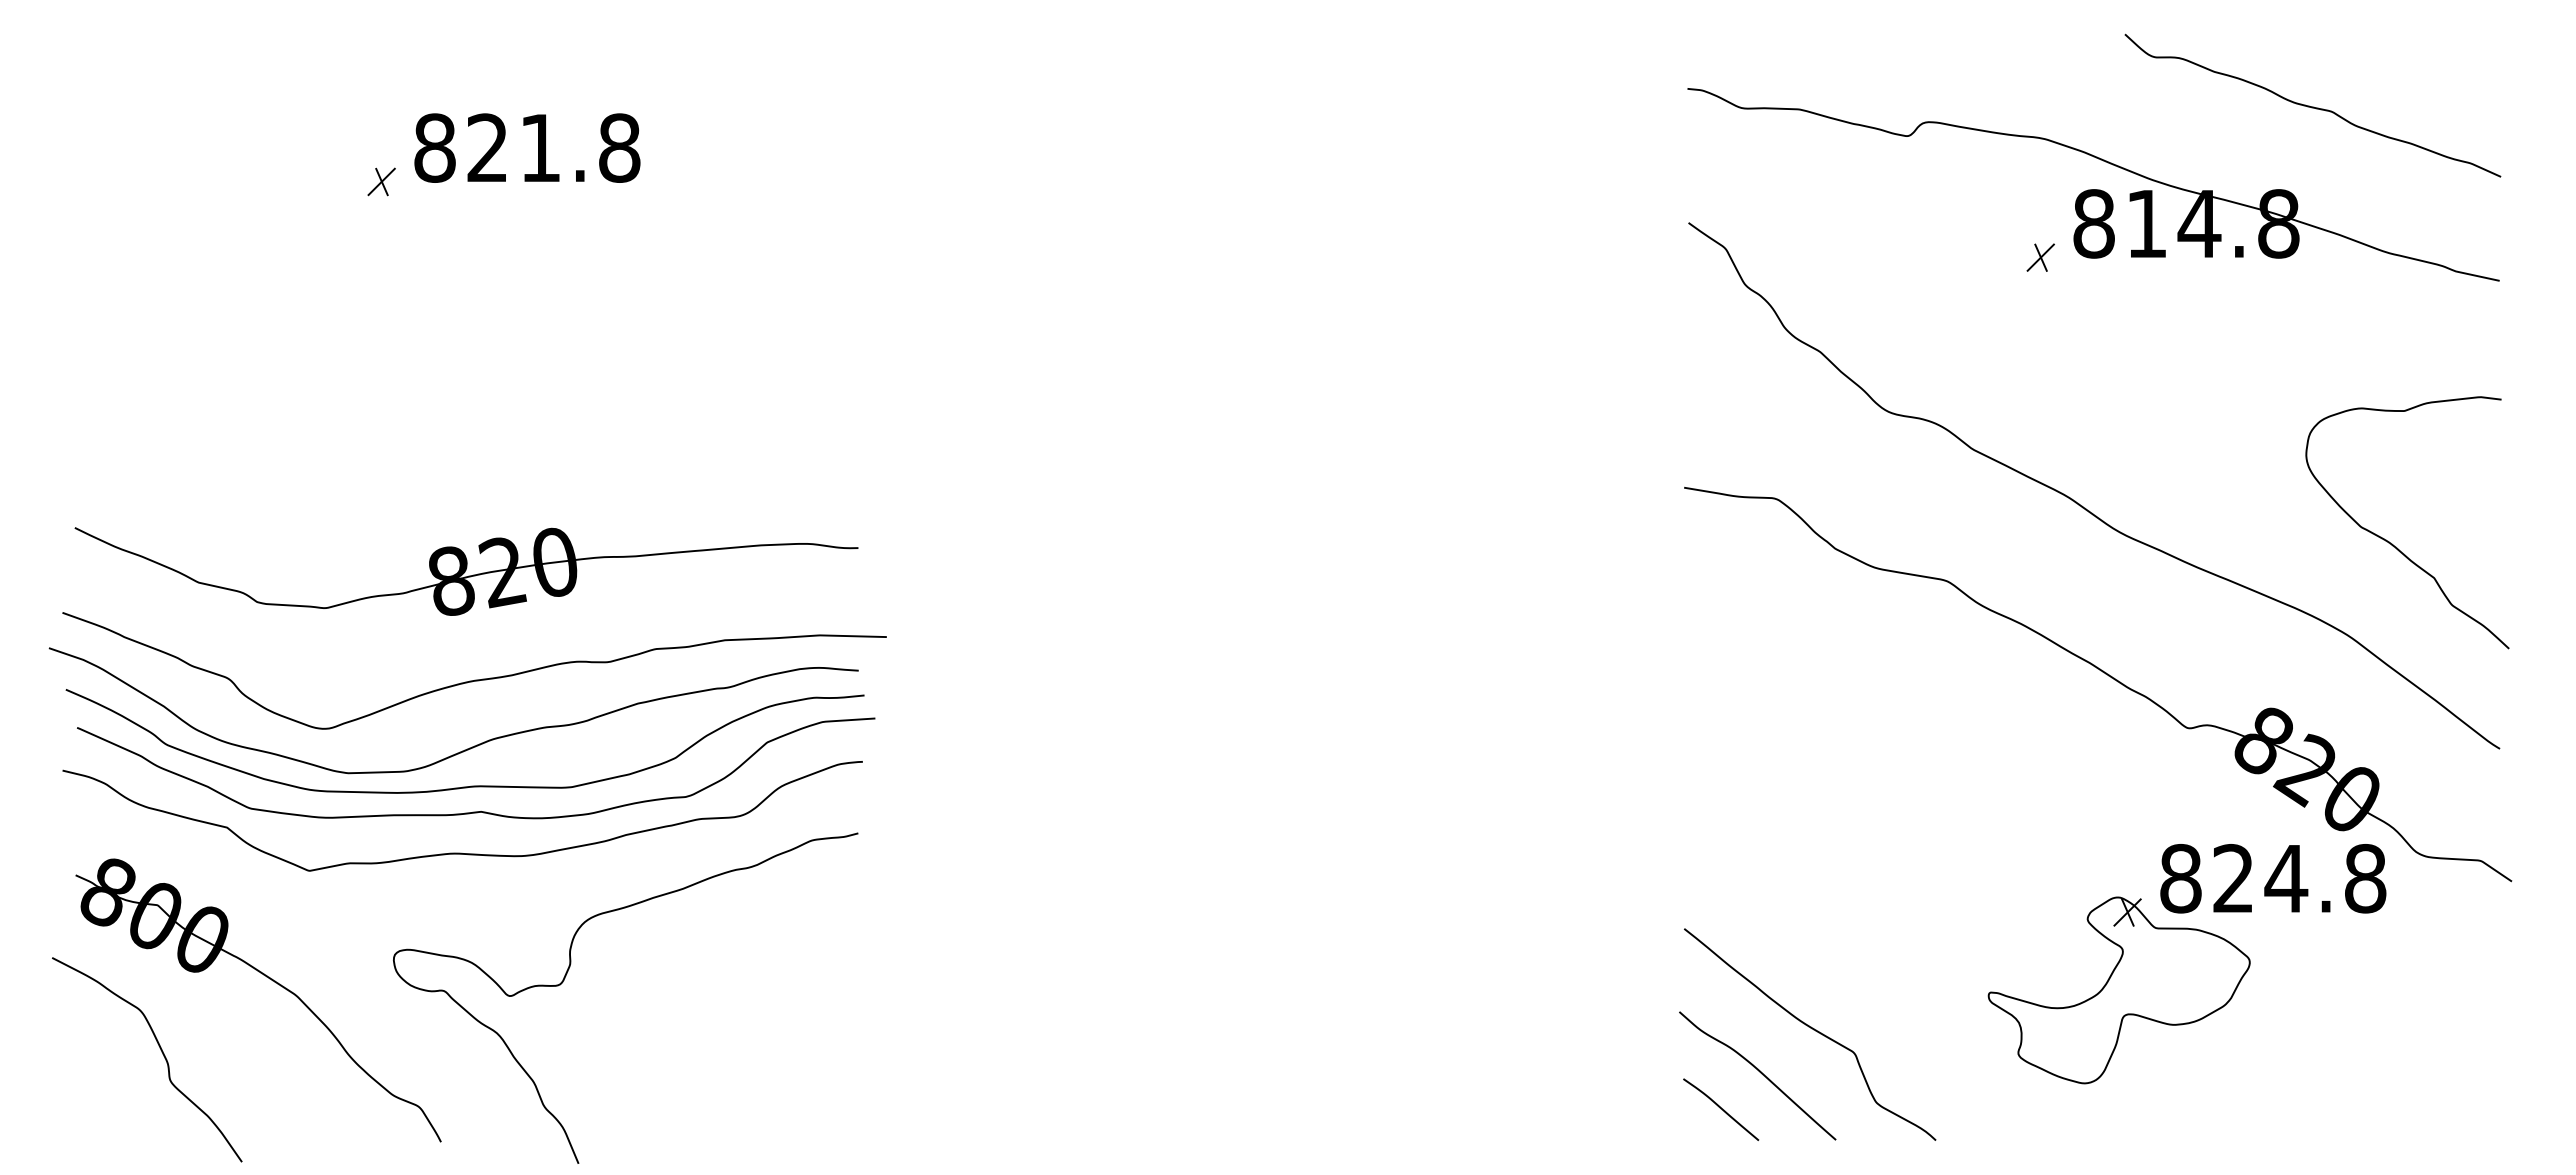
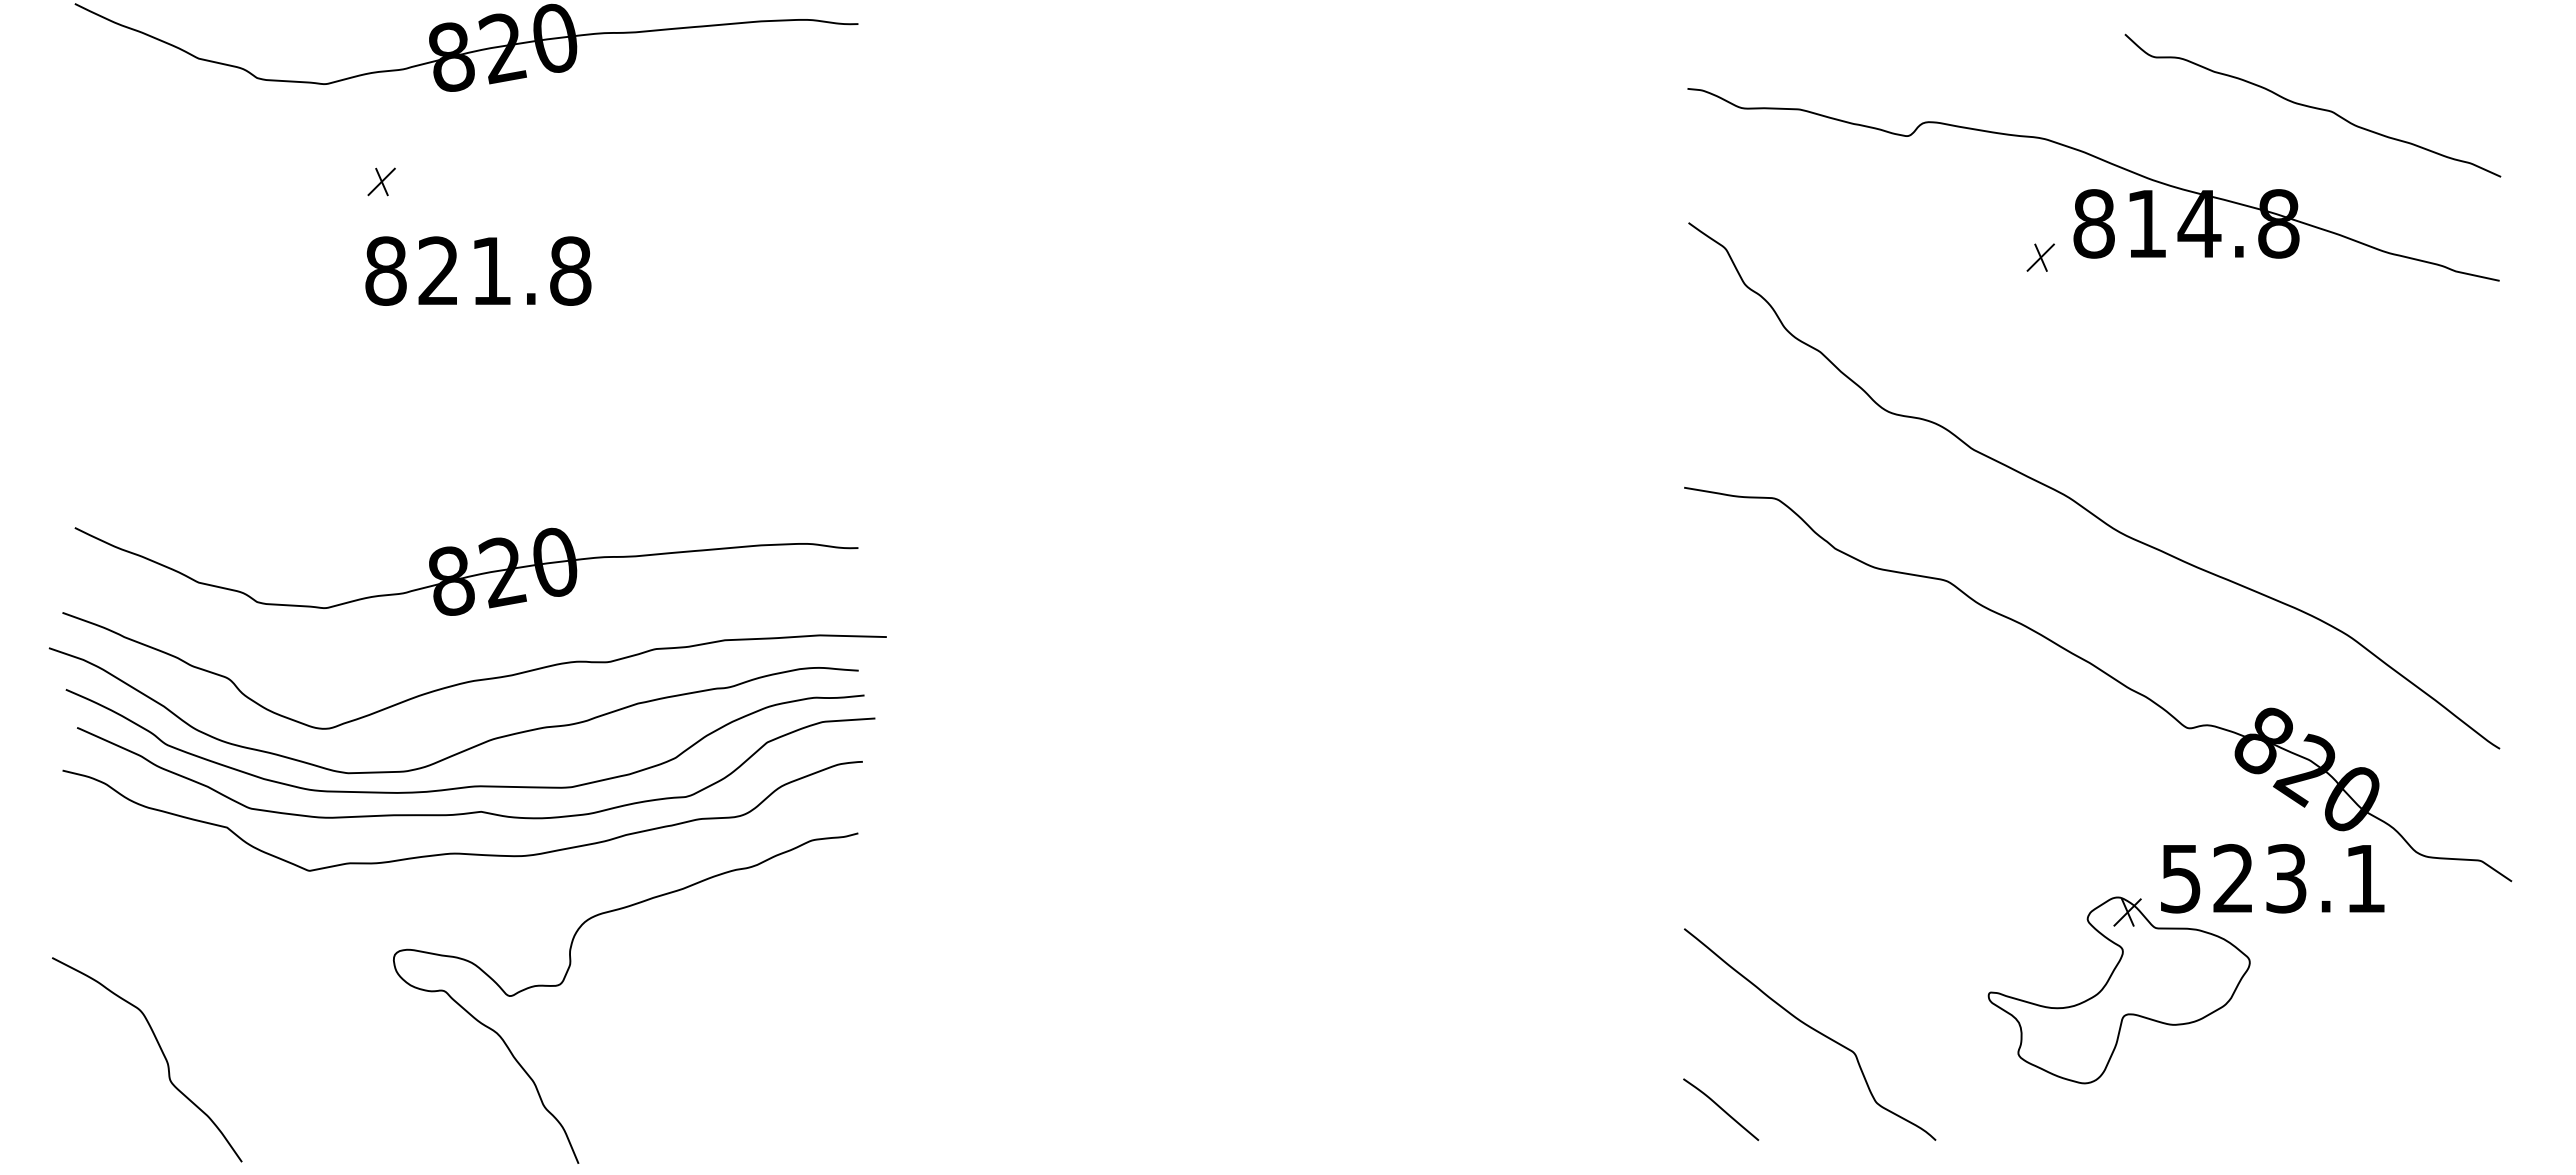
part at (466, 47): none -> present
text at (527, 147) position: (527, 147) -> (478, 270)
curve at (2392, 543): present -> none
text at (2273, 878): 824.8 -> 523.1
part at (272, 981): present -> none
curve at (1759, 1072): present -> none
